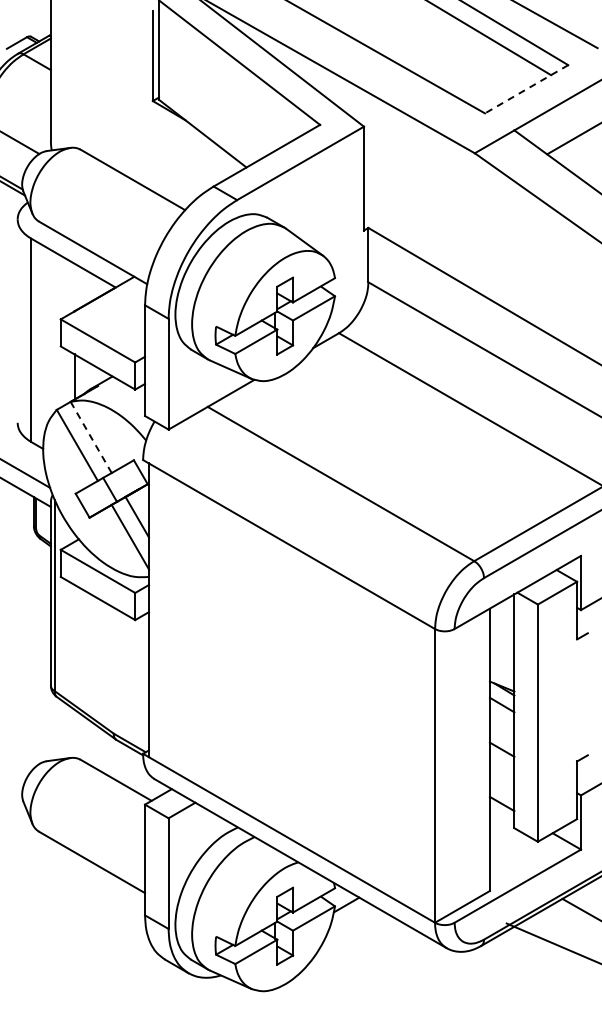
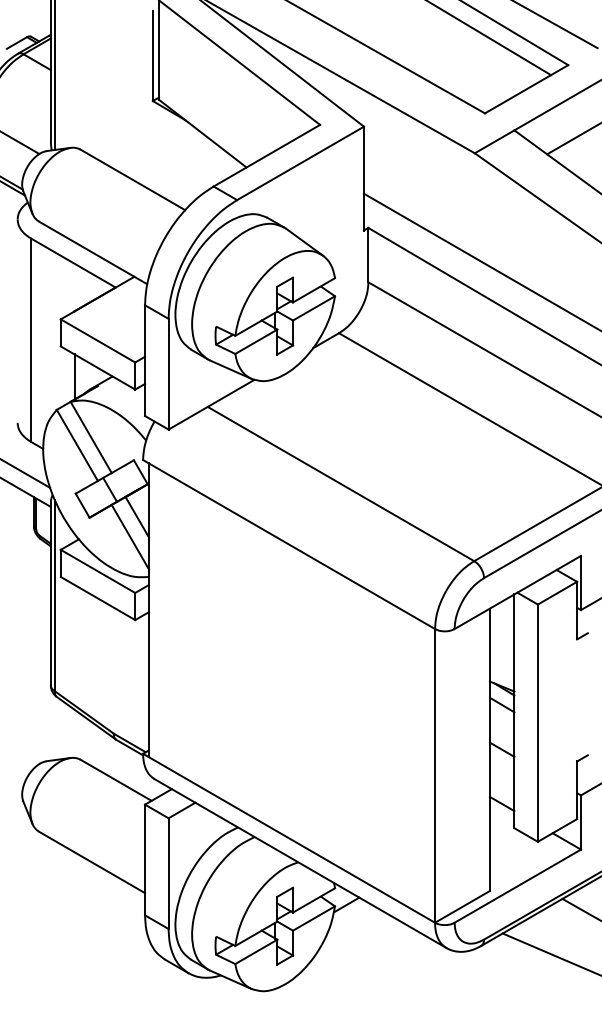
line at (54, 76): none -> present
line at (526, 89): dashed -> solid
line at (481, 261): none -> present
line at (90, 437): dashed -> solid
line at (552, 942) position: (552, 942) -> (550, 953)
